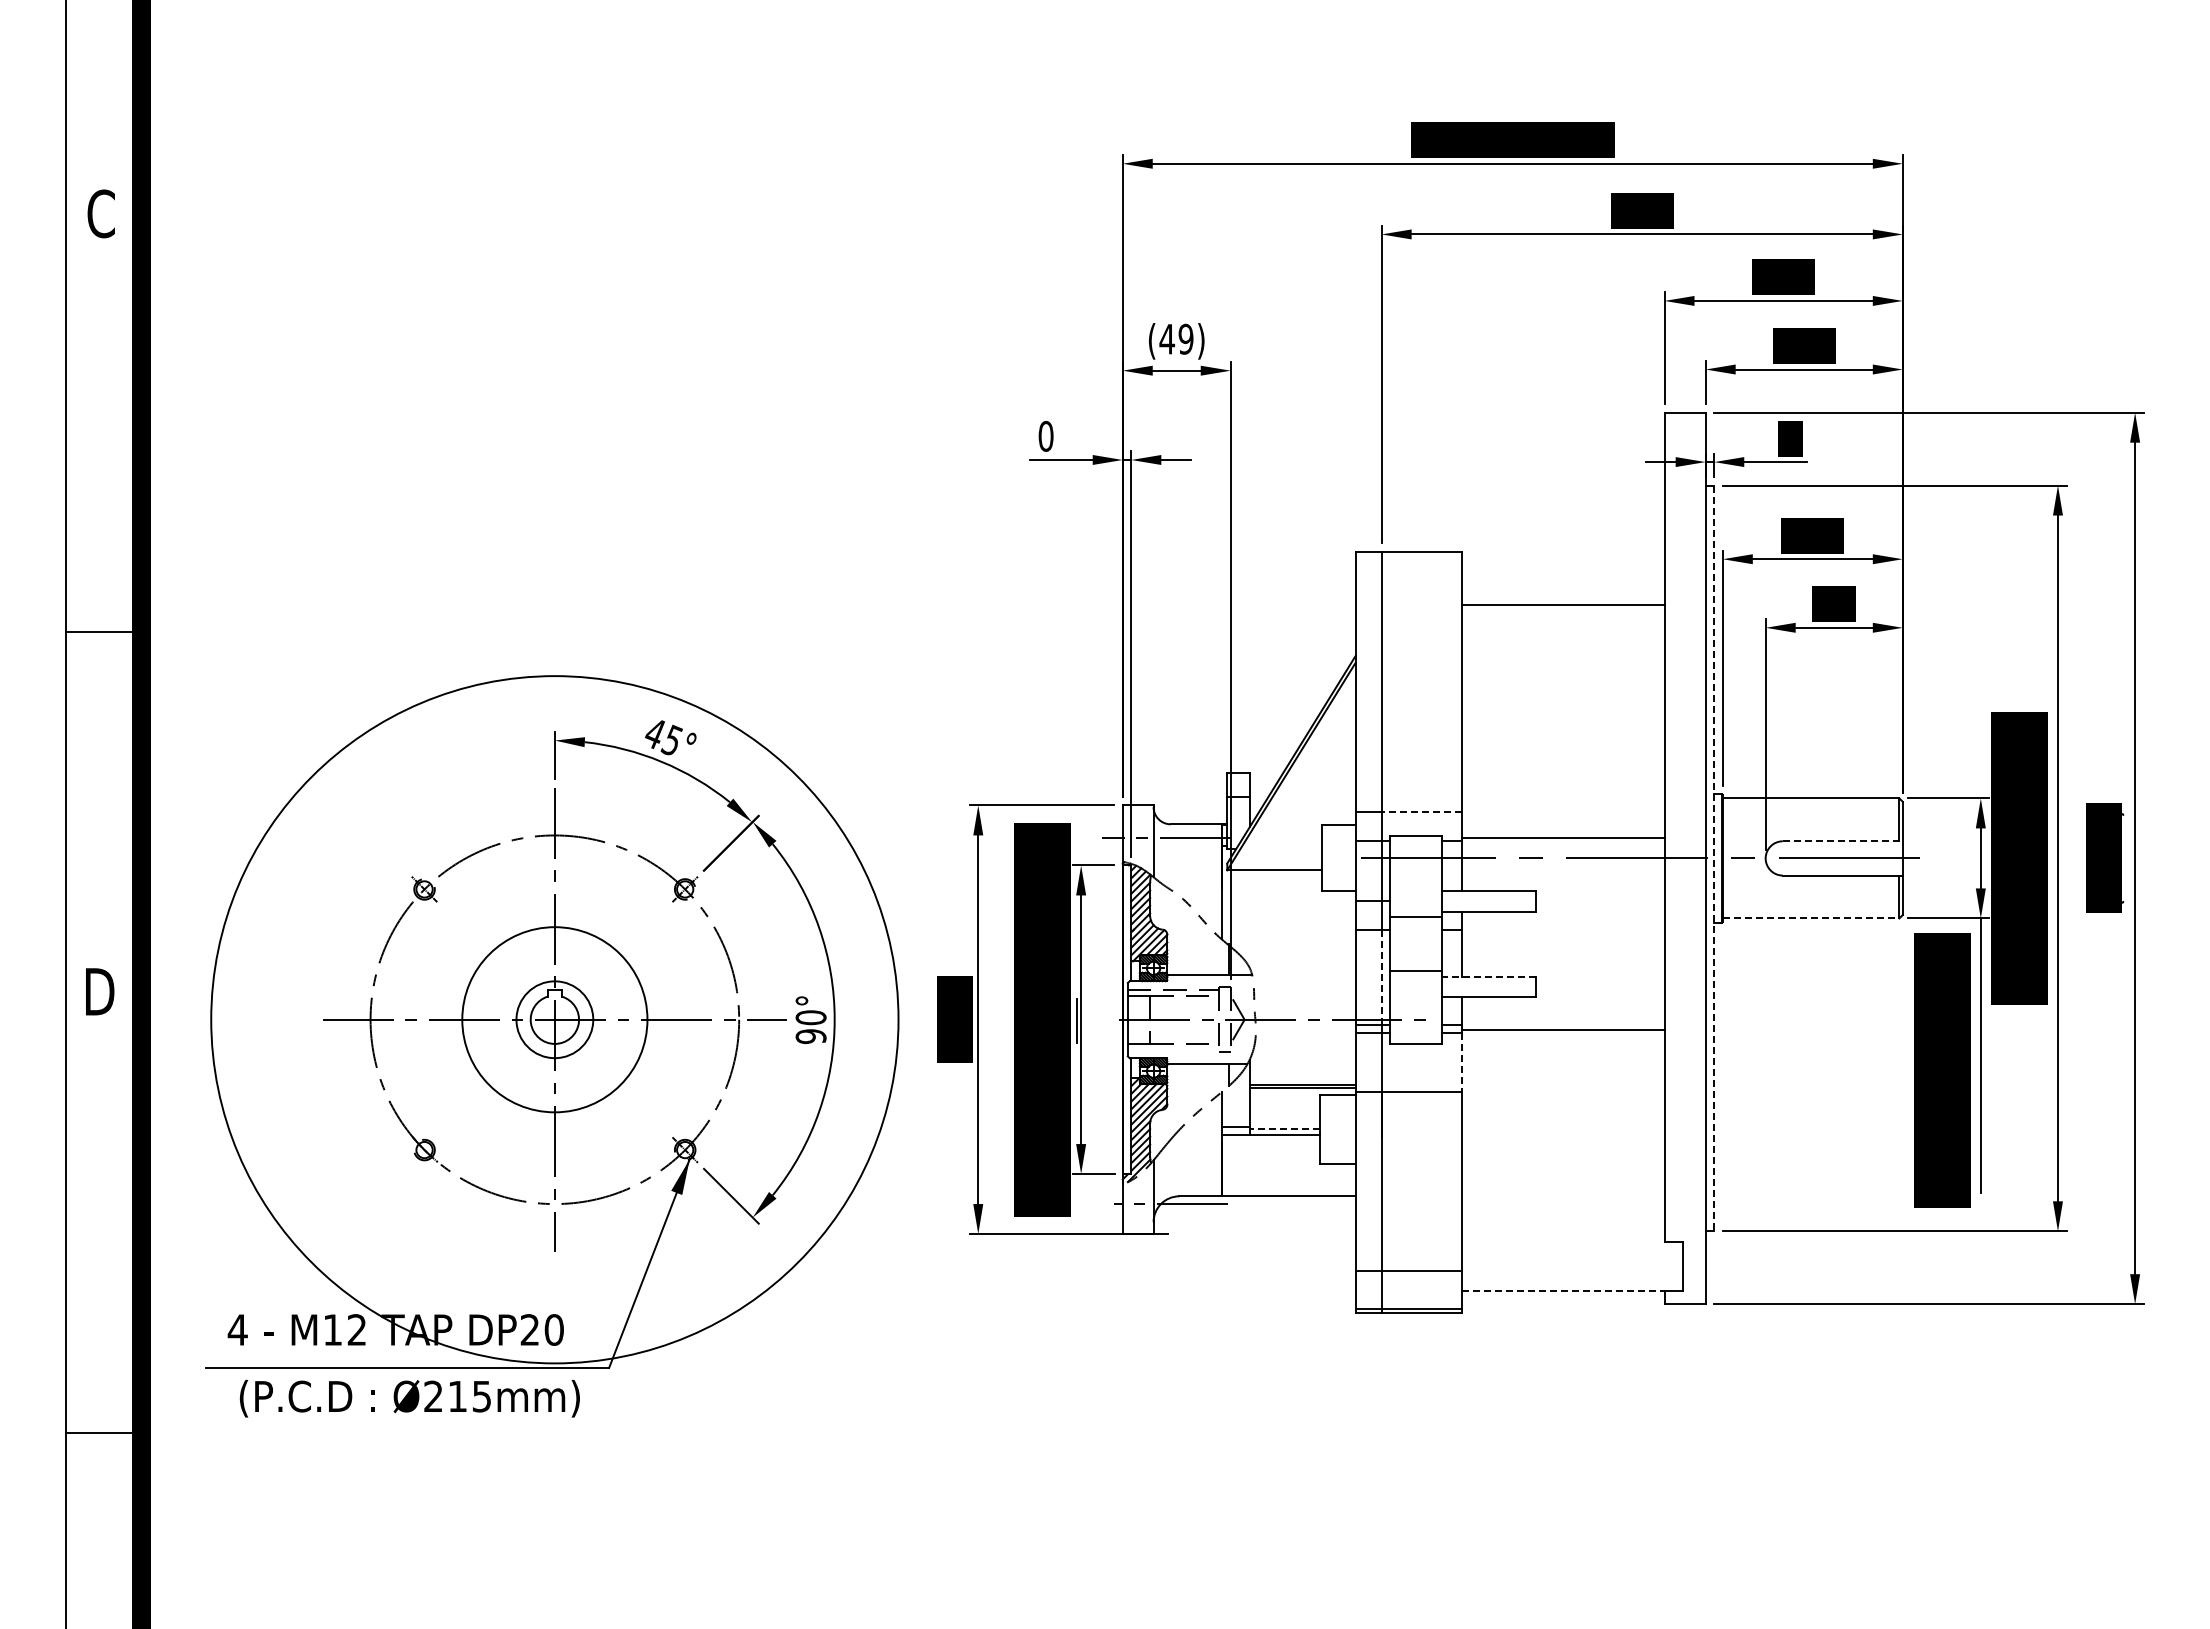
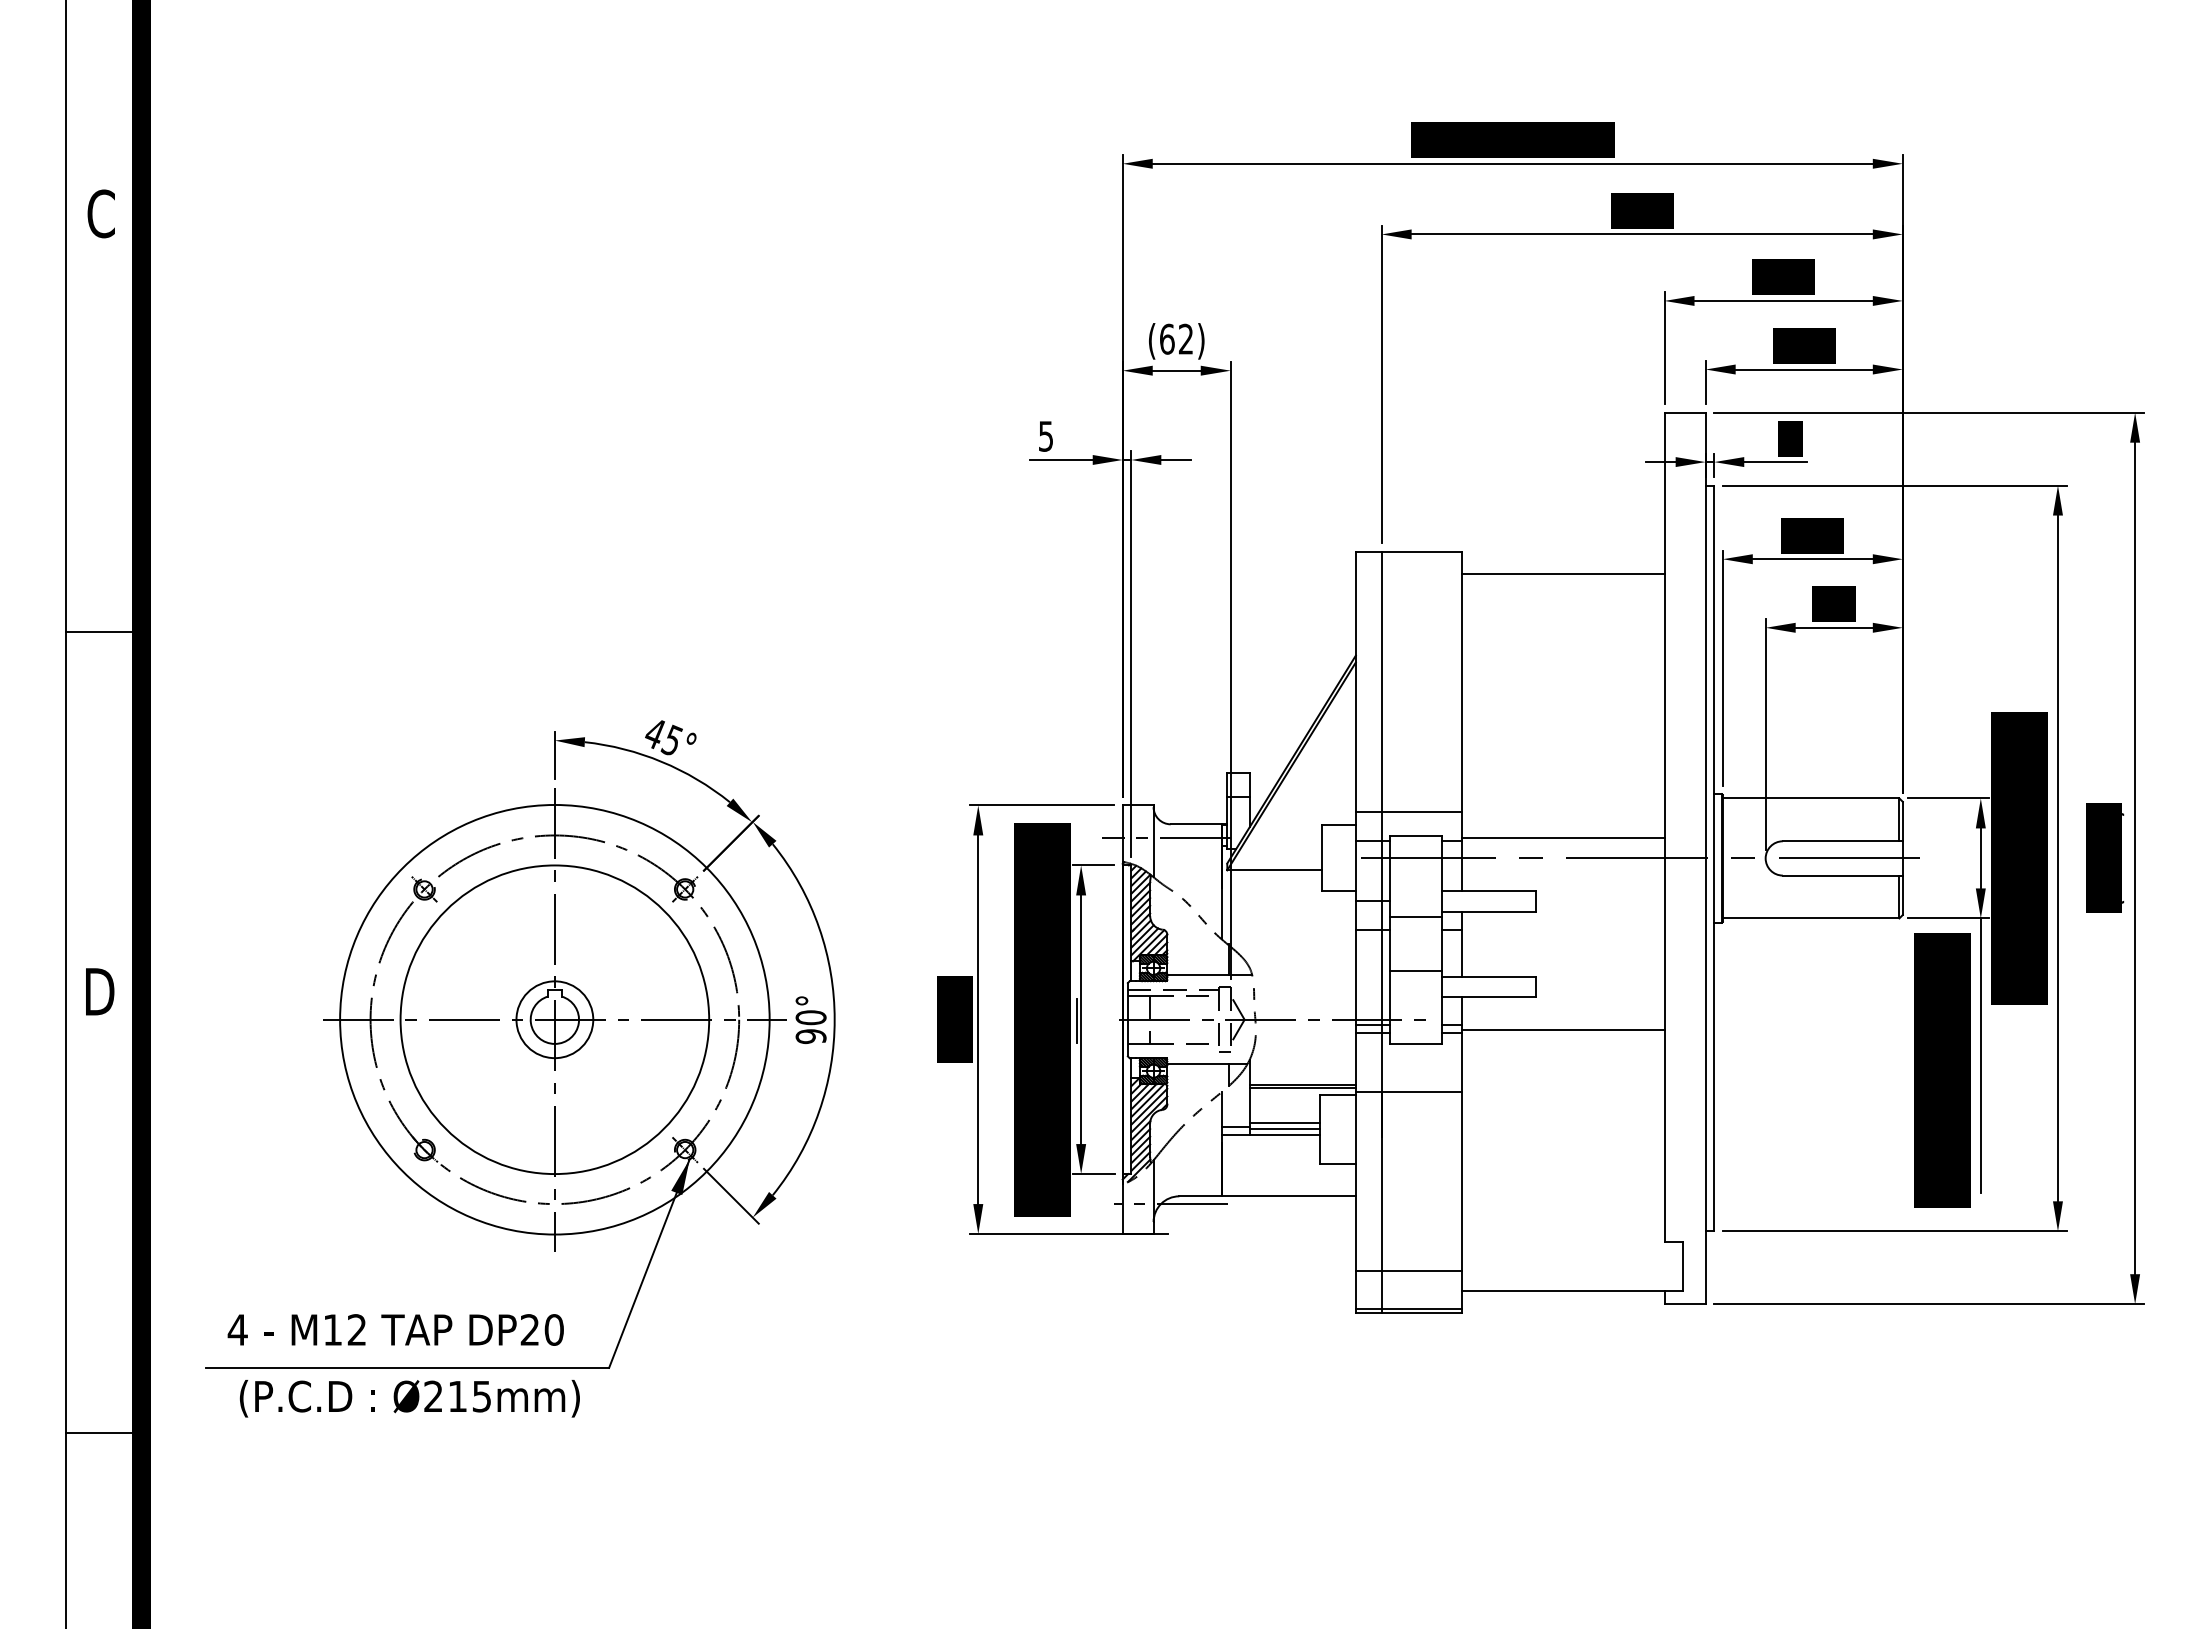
text at (1176, 338): (49) -> (62)
text at (1045, 435): 0 -> 5
line at (1563, 604) position: (1563, 604) -> (1563, 573)
line at (1421, 811): dashed -> solid
line at (1843, 841): dashed -> solid
line at (1714, 858): dashed -> solid
line at (1811, 918): dashed -> solid
line at (1488, 976): dashed -> solid
line at (1381, 977): dashed -> solid
circle at (554, 1019) diameter: 185 px -> 309 px
circle at (554, 1019) diameter: 687 px -> 430 px
line at (1462, 1063): dashed -> solid
line at (1284, 1123): none -> present
line at (1284, 1129): dashed -> solid
line at (1563, 1290): dashed -> solid
